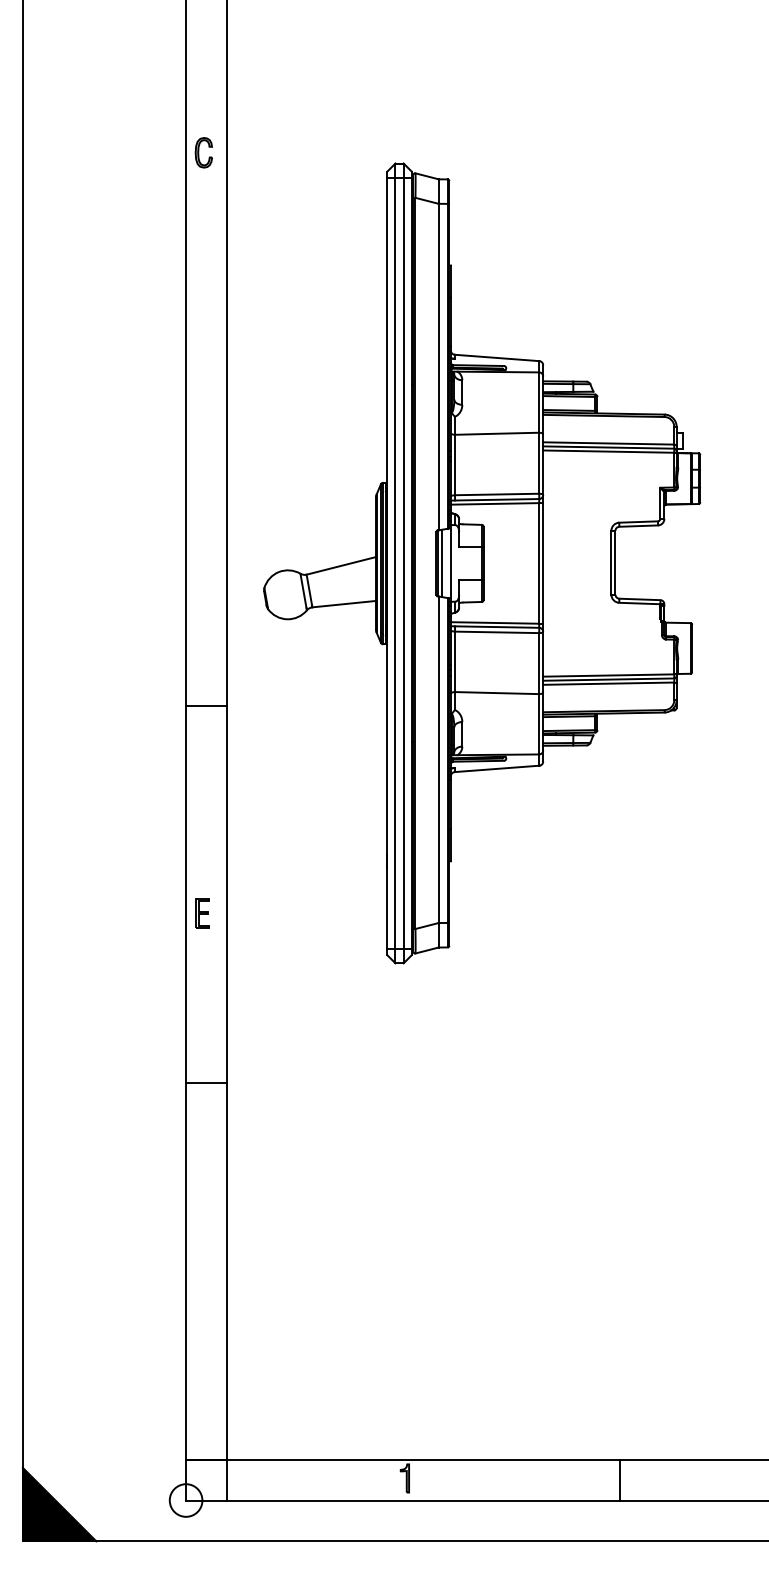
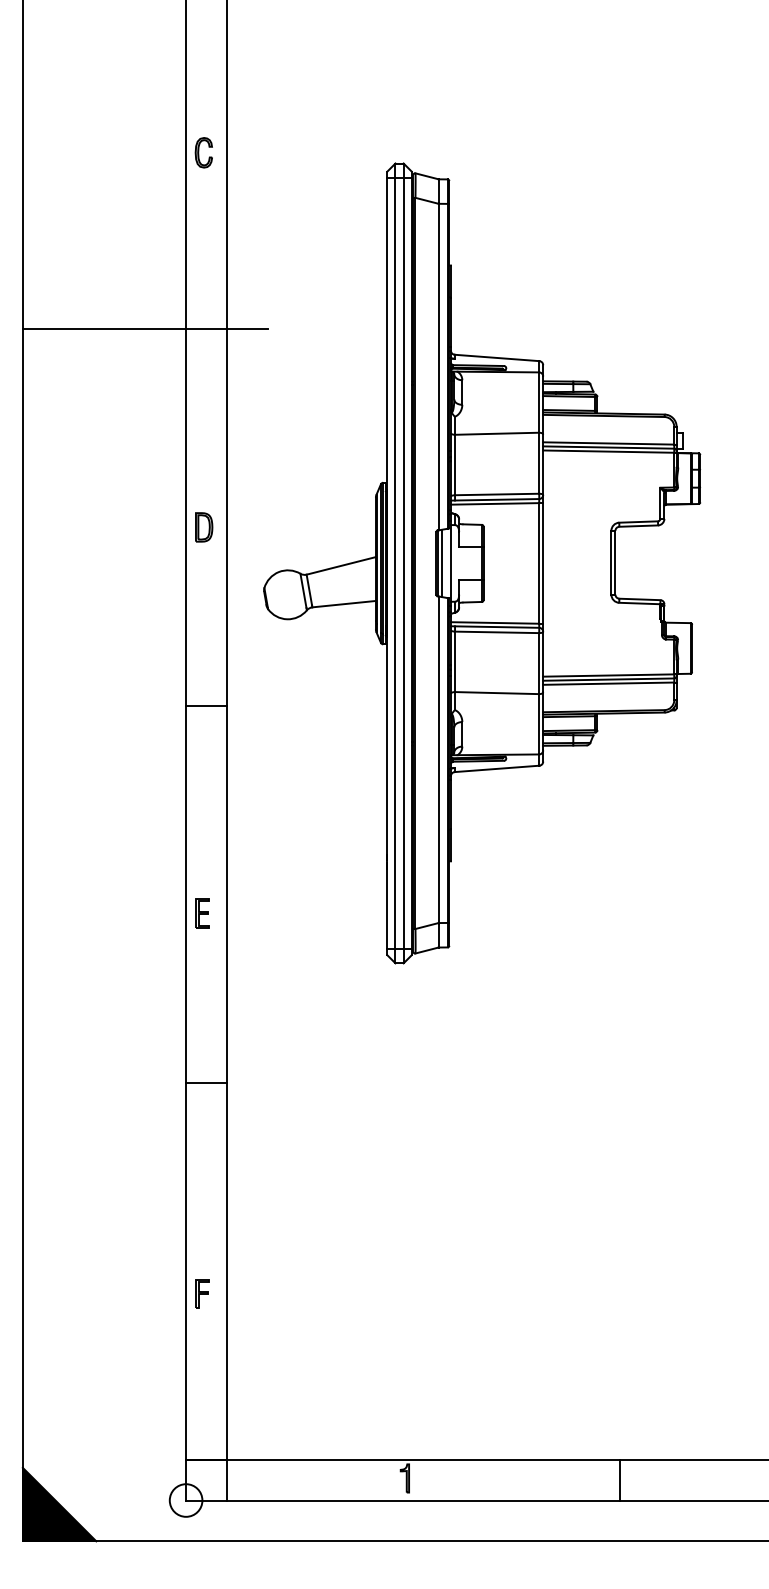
line at (144, 329): none -> present
part at (204, 527): none -> present
part at (202, 1293): none -> present
